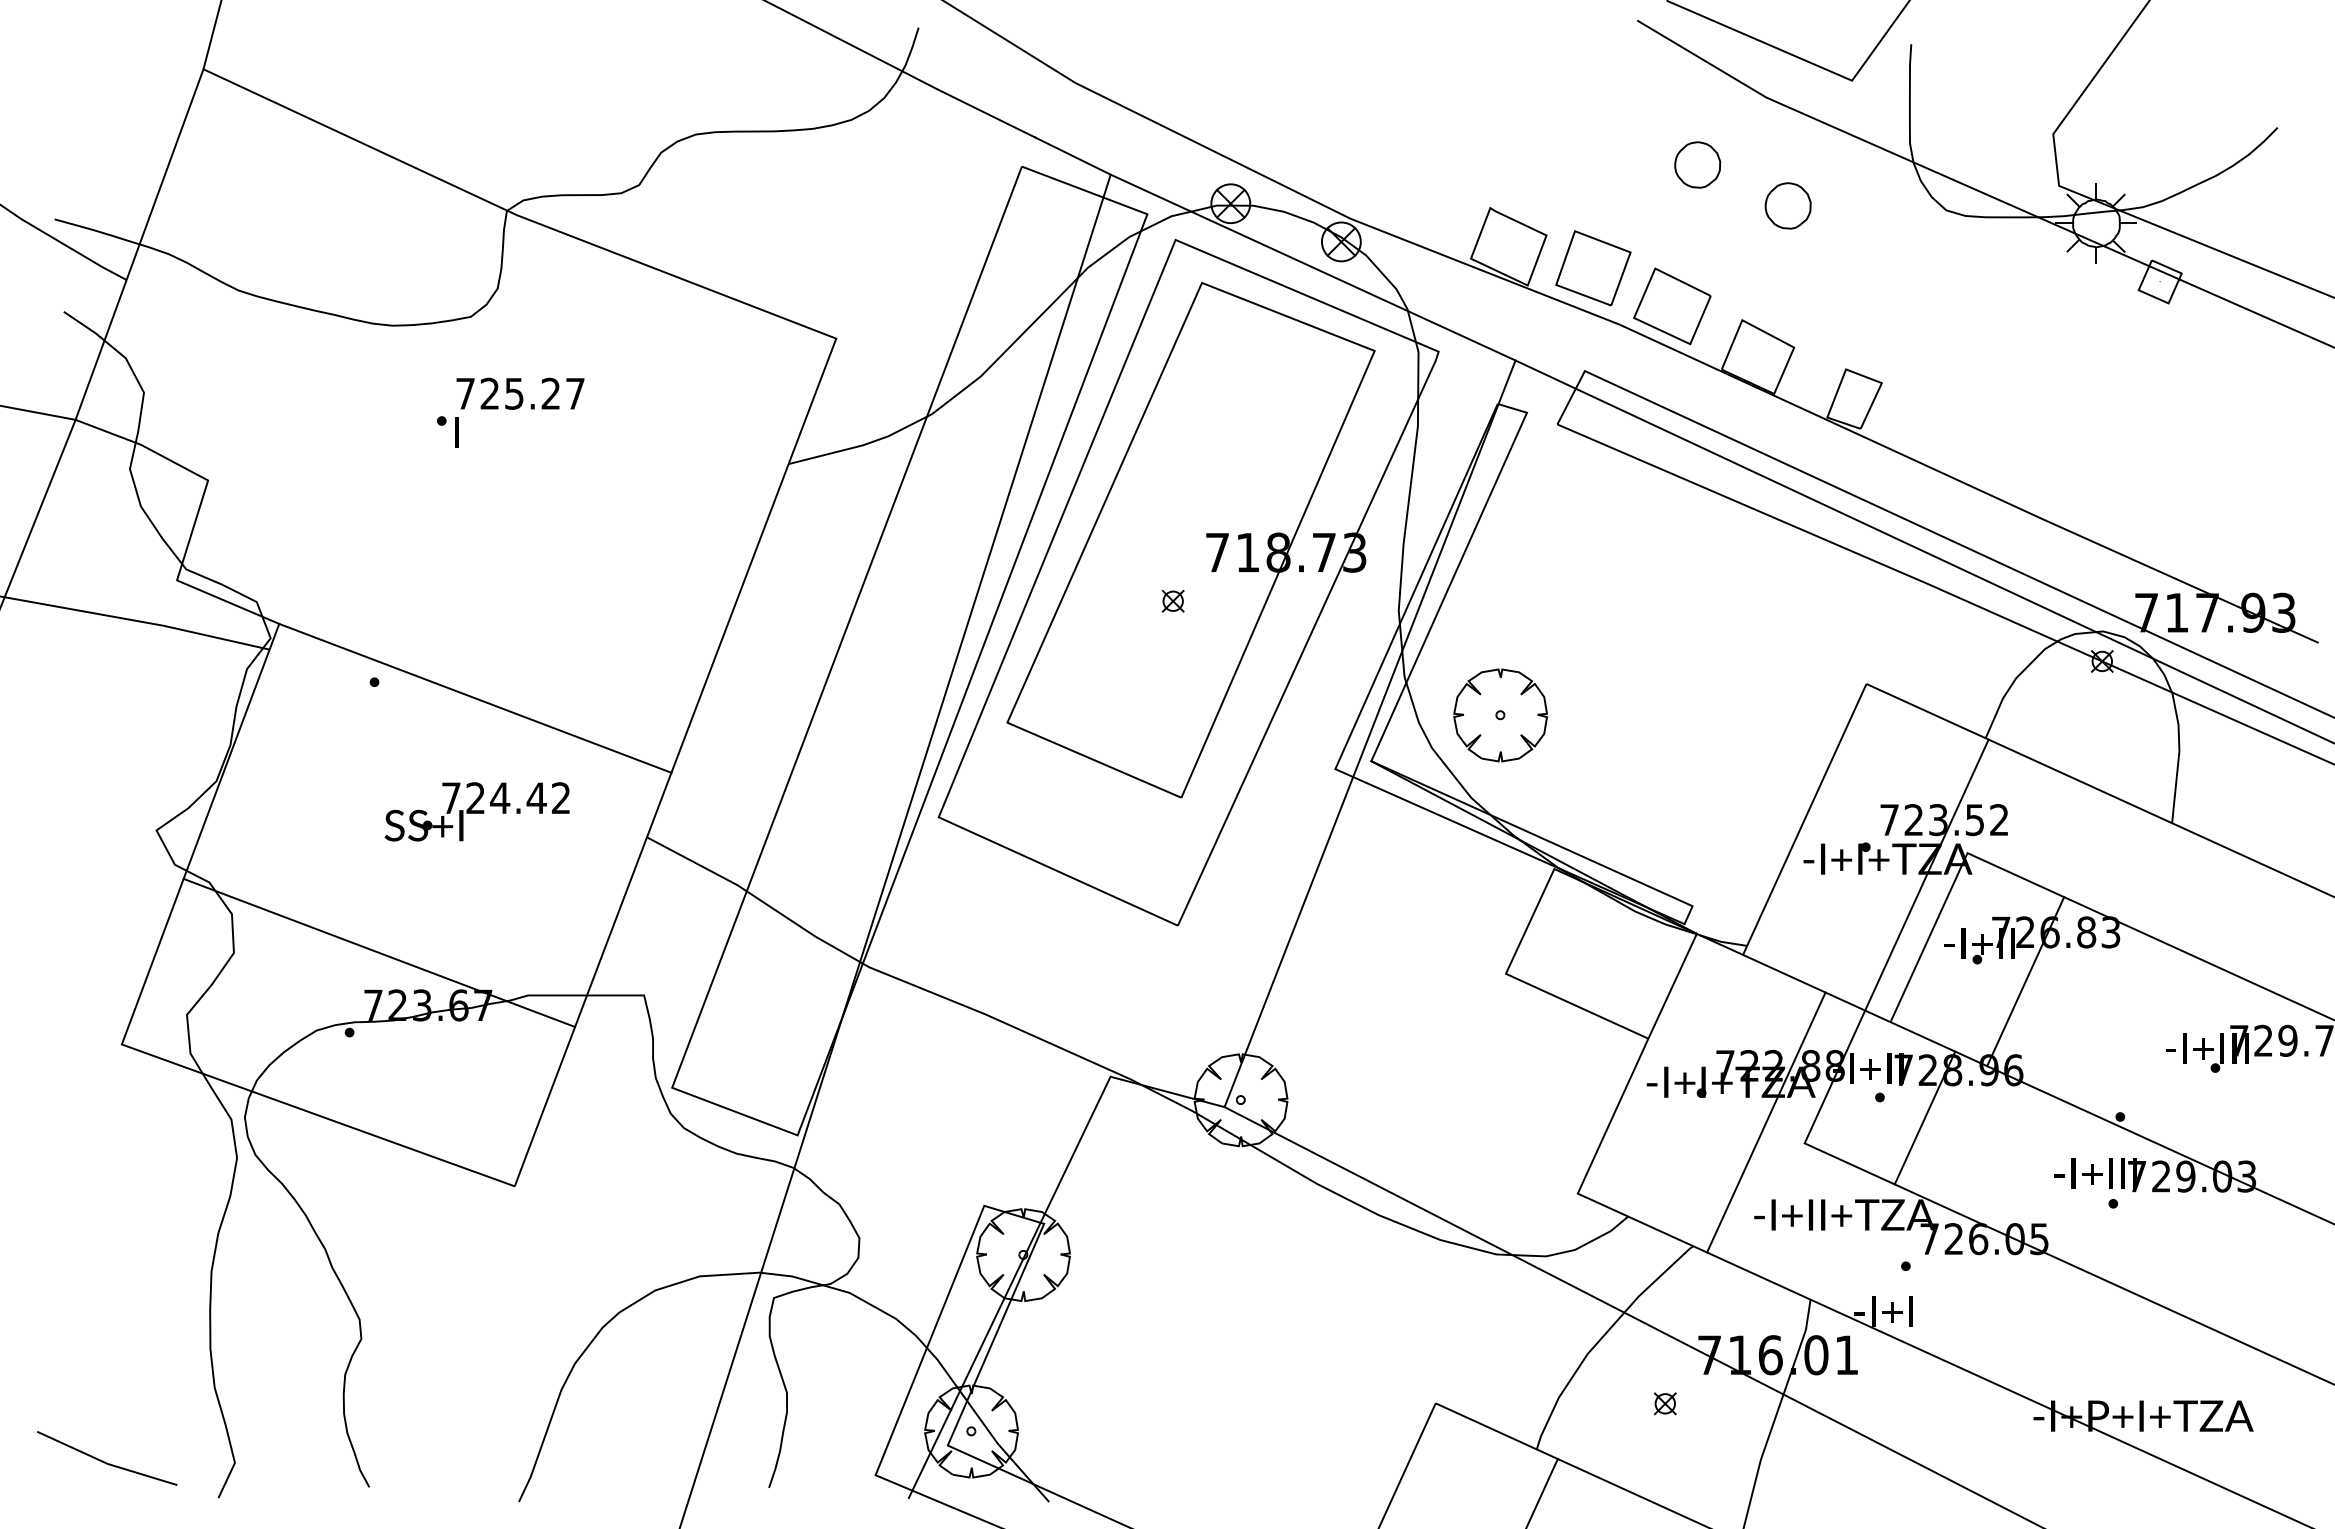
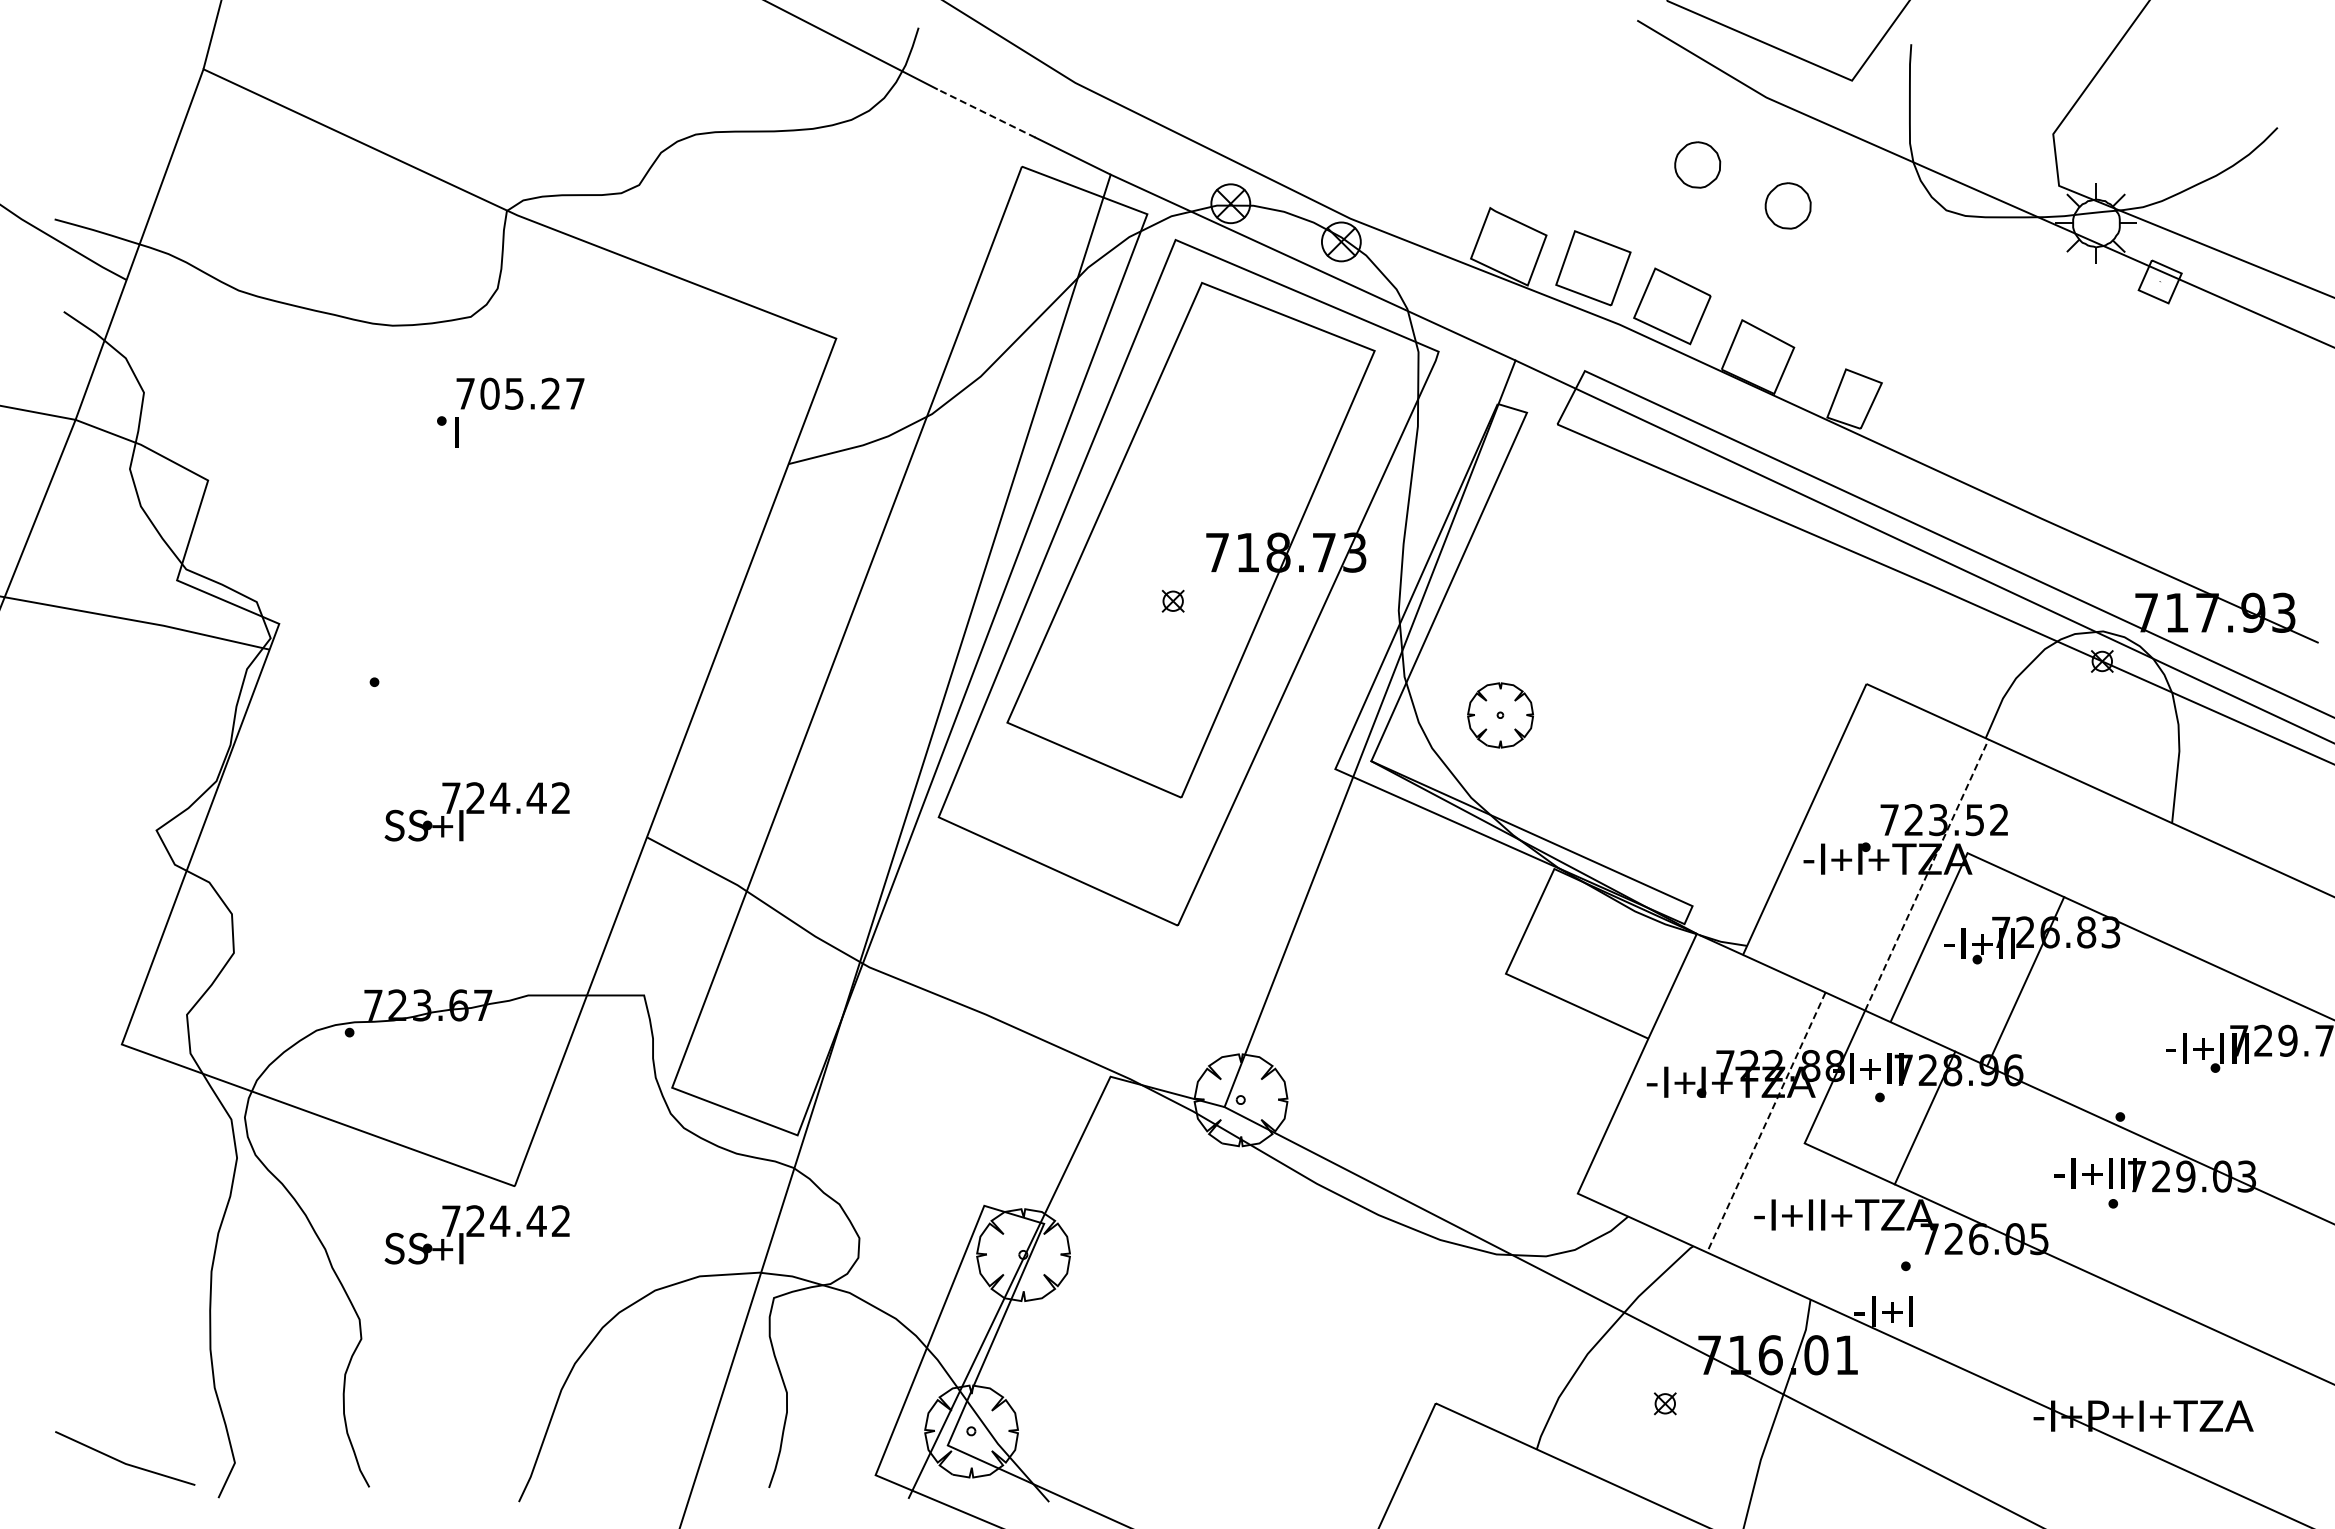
line at (986, 113): solid -> dashed
text at (489, 393): 725.27 -> 705.27
line at (475, 697): present -> none
part at (1500, 715) size: 95x95 px -> 67x67 px
line at (1926, 875): solid -> dashed
line at (379, 952): present -> none
line at (1766, 1122): solid -> dashed
part at (476, 1234): none -> present
line at (105, 1461) position: (105, 1461) -> (123, 1461)
line at (1542, 1492): present -> none
